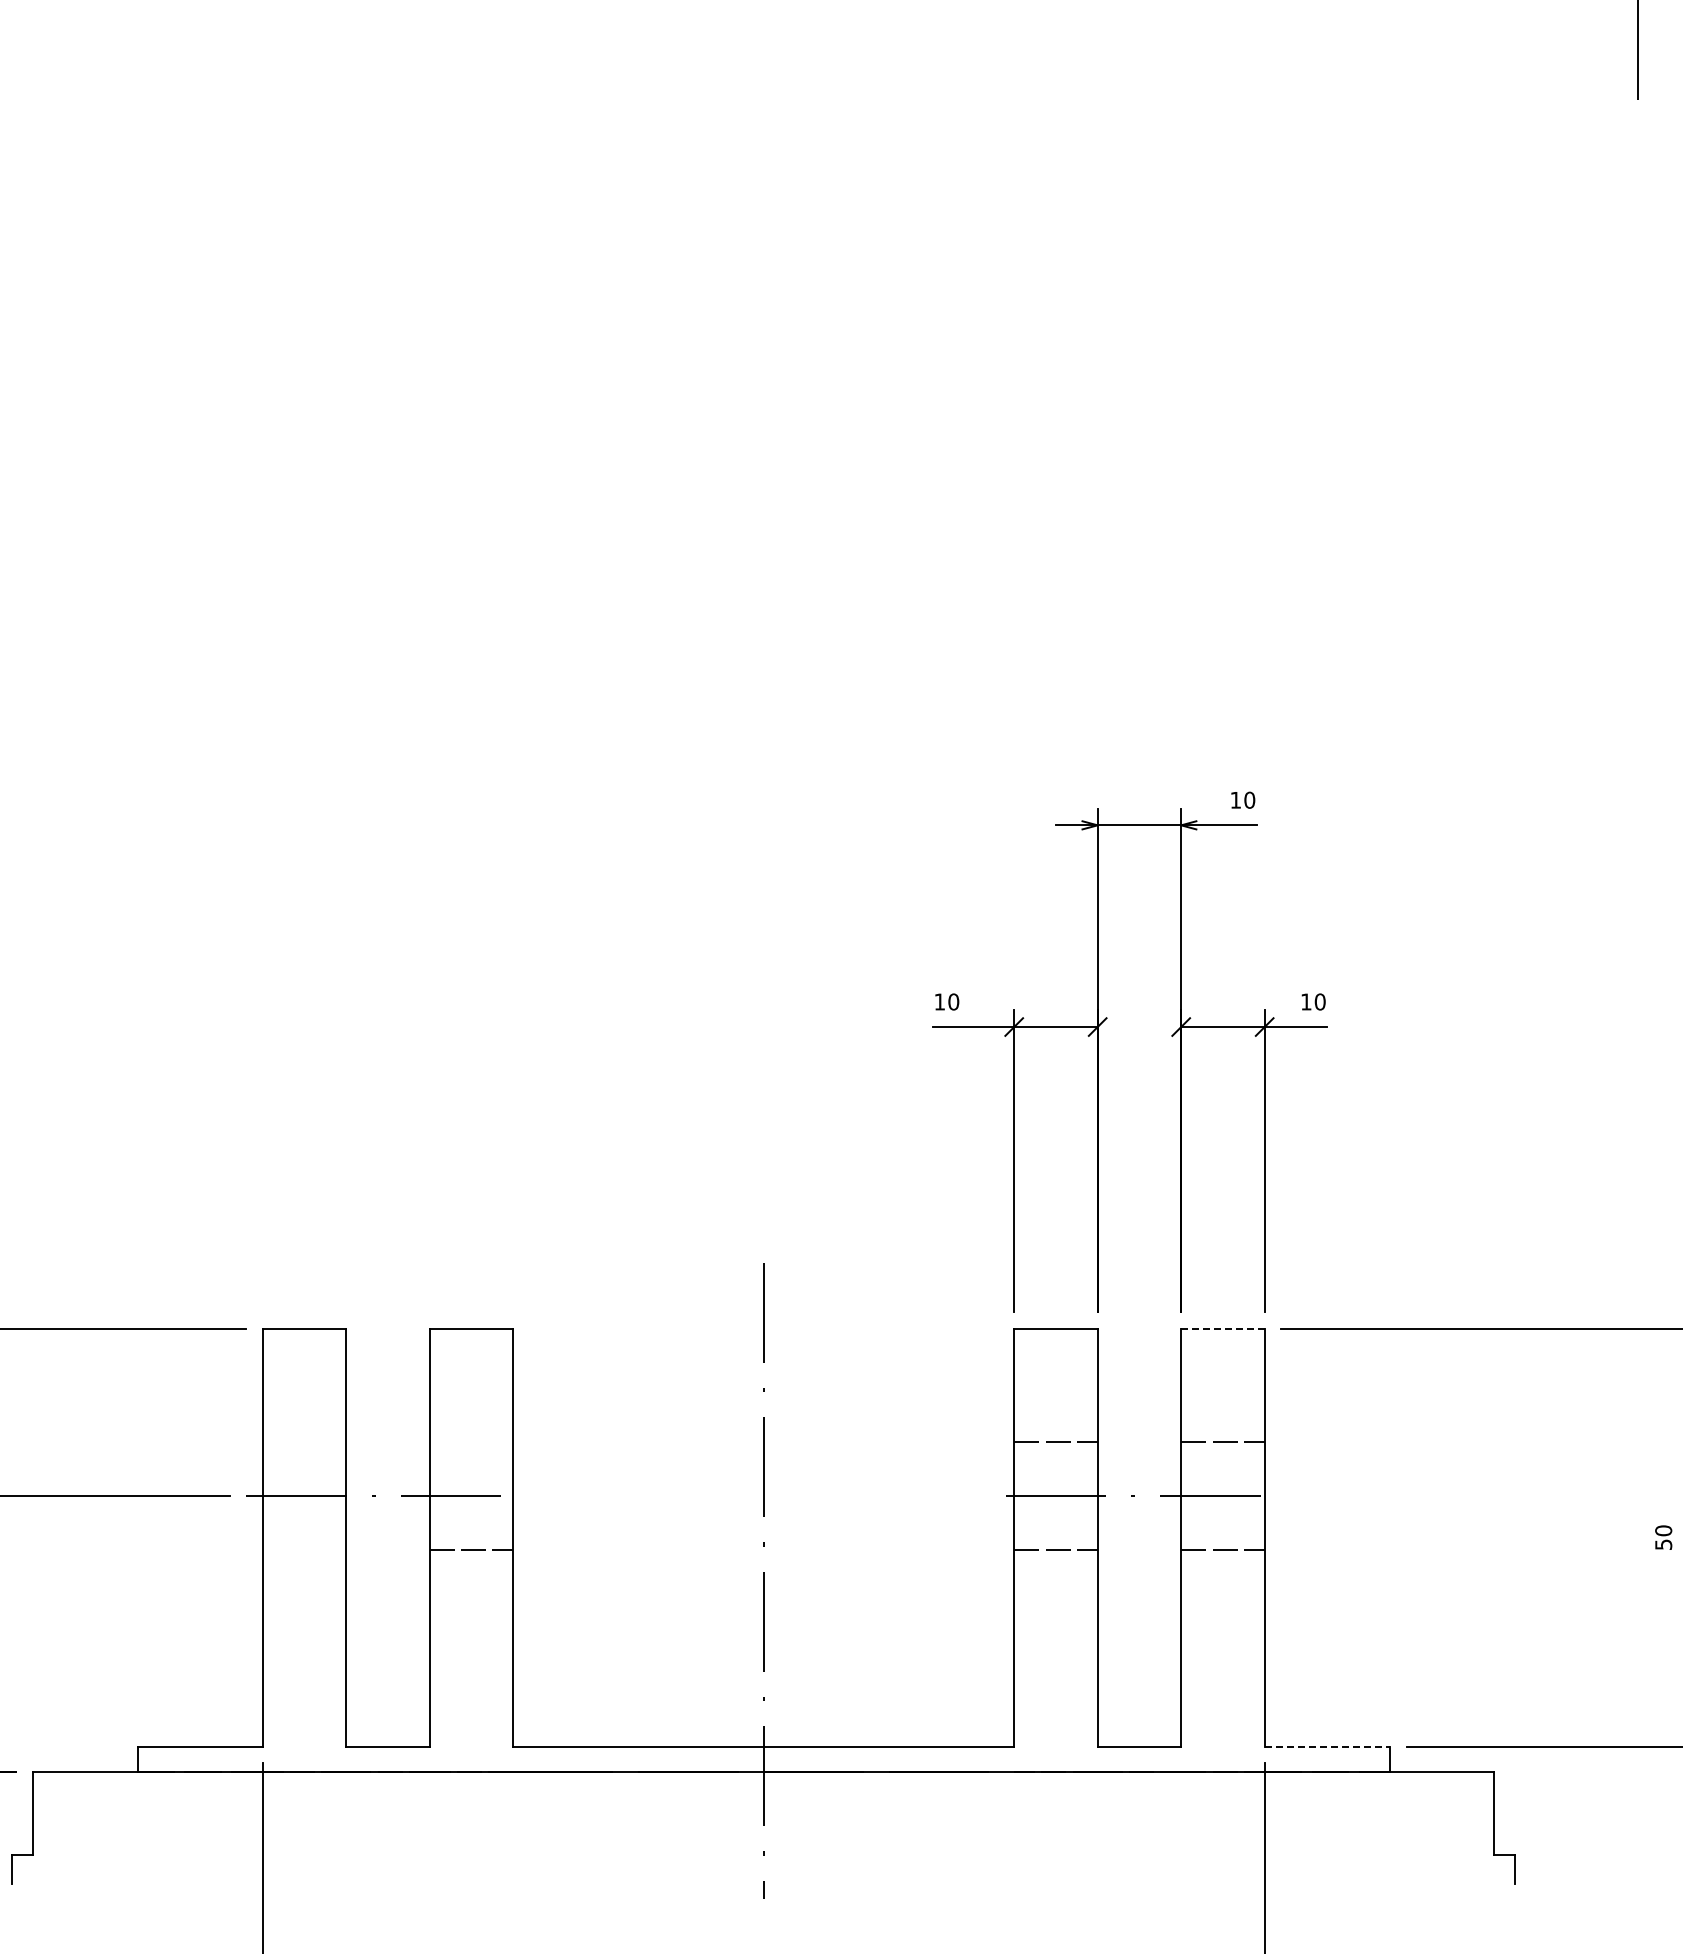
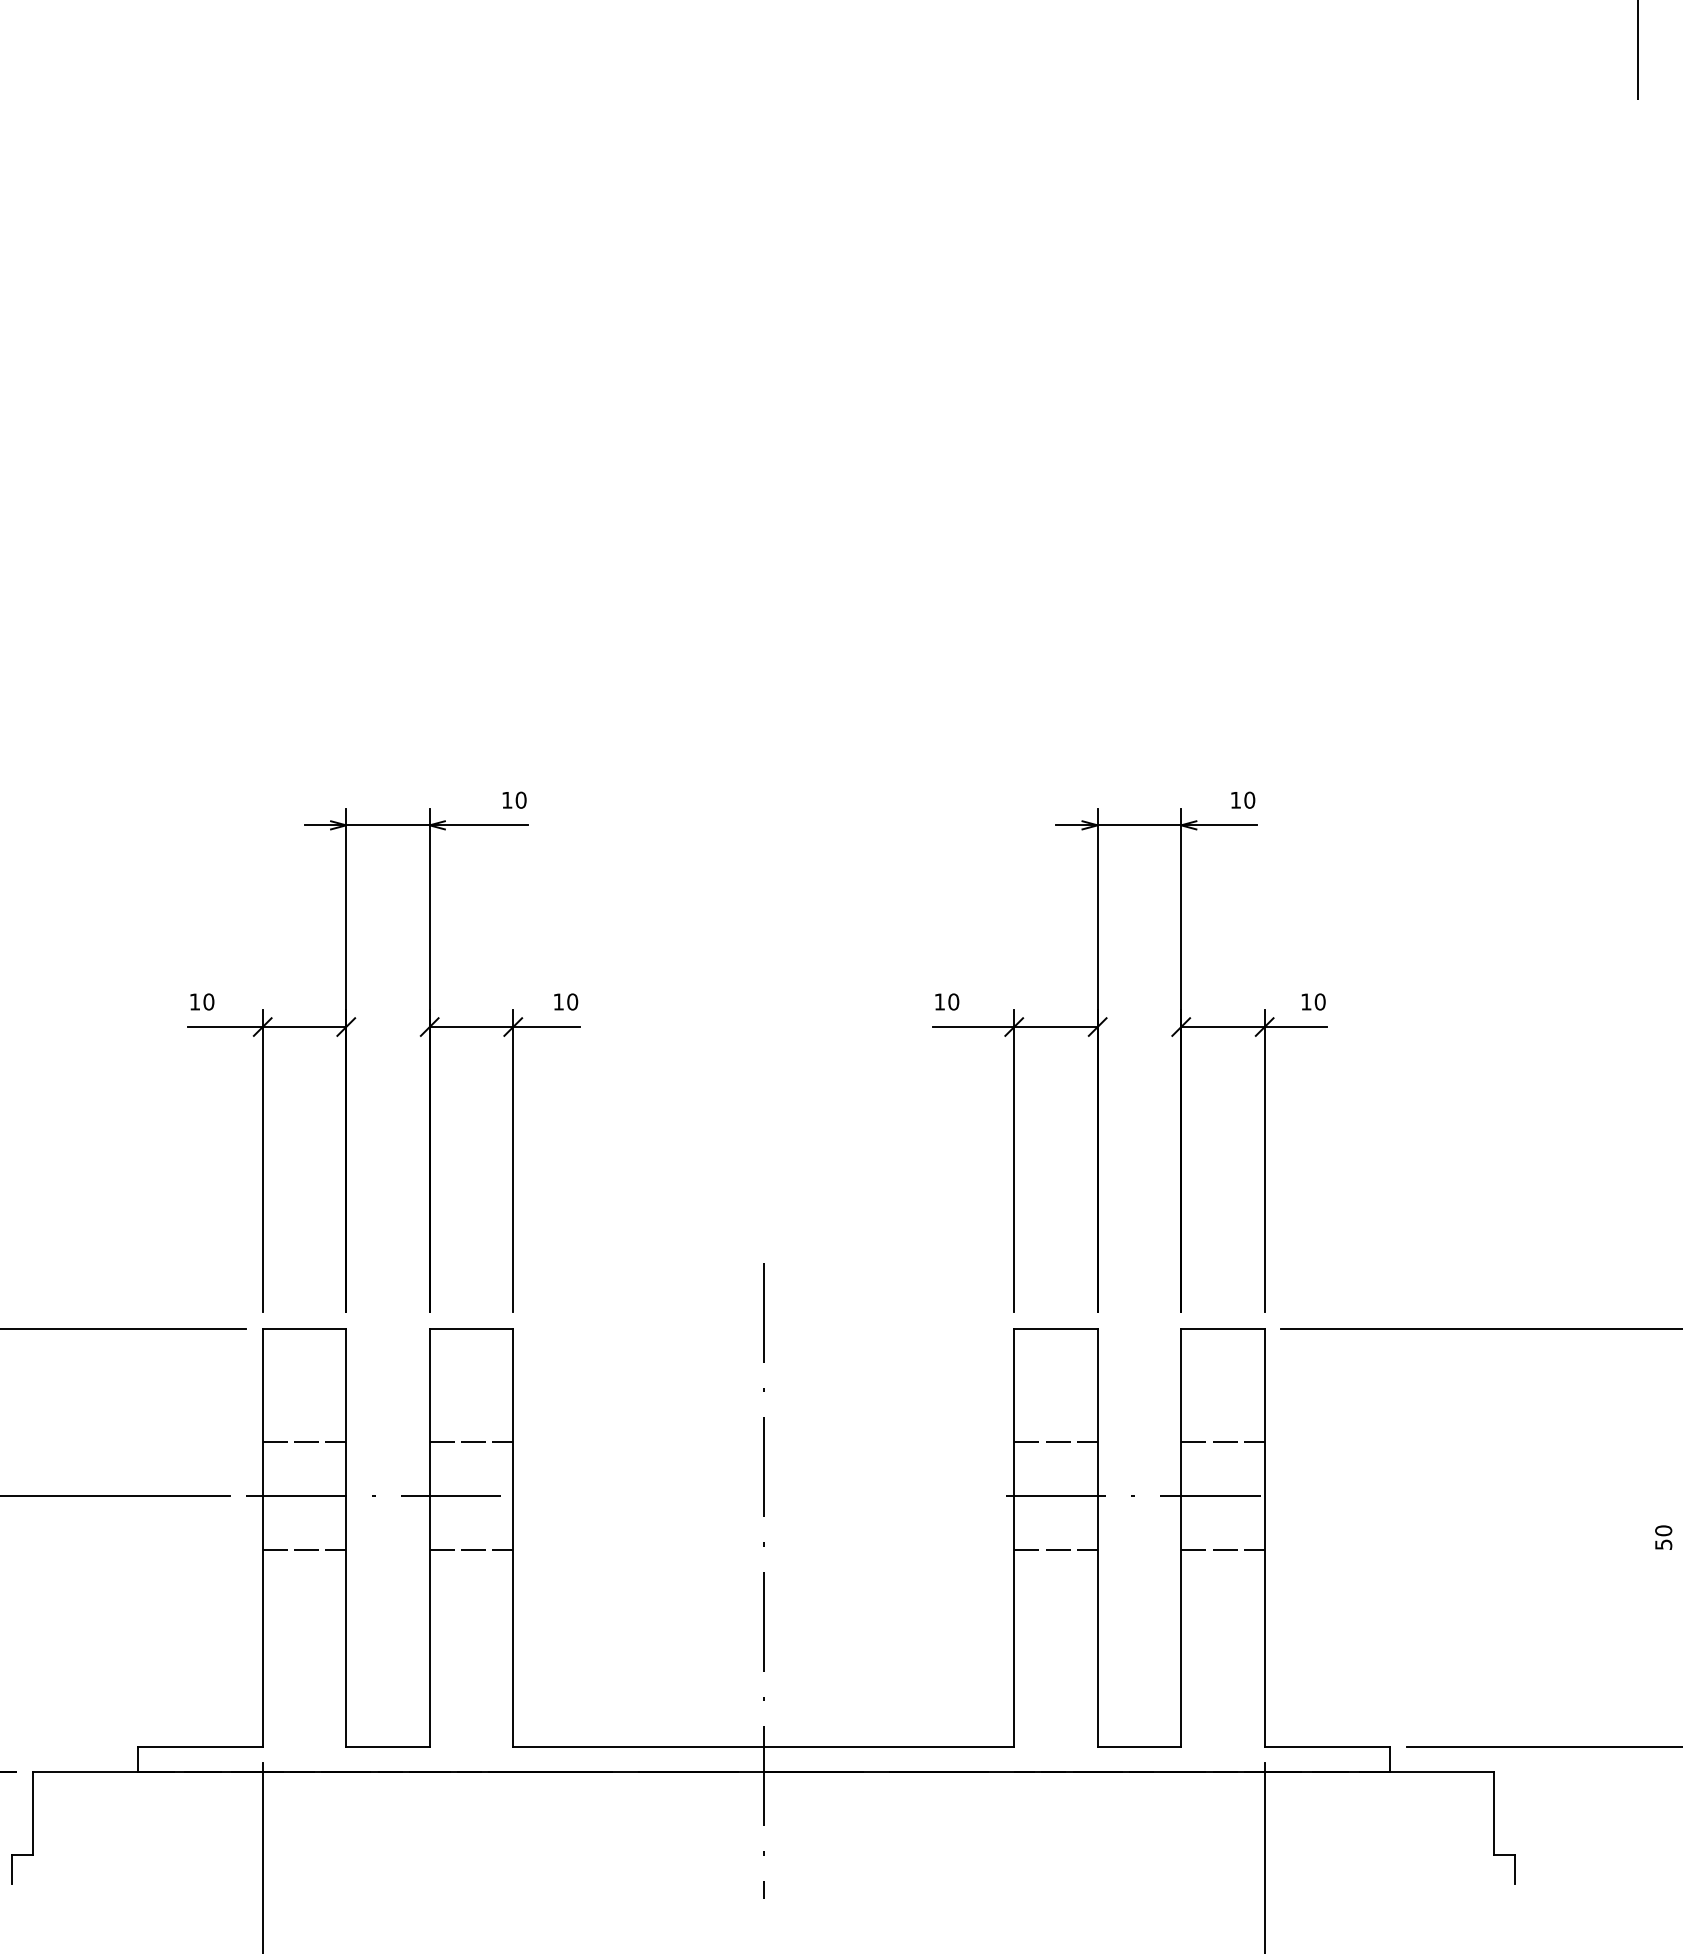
part at (346, 1051): none -> present
line at (1222, 1329): dashed -> solid
line at (304, 1441): none -> present
line at (471, 1441): none -> present
line at (304, 1550): none -> present
line at (1327, 1746): dashed -> solid
